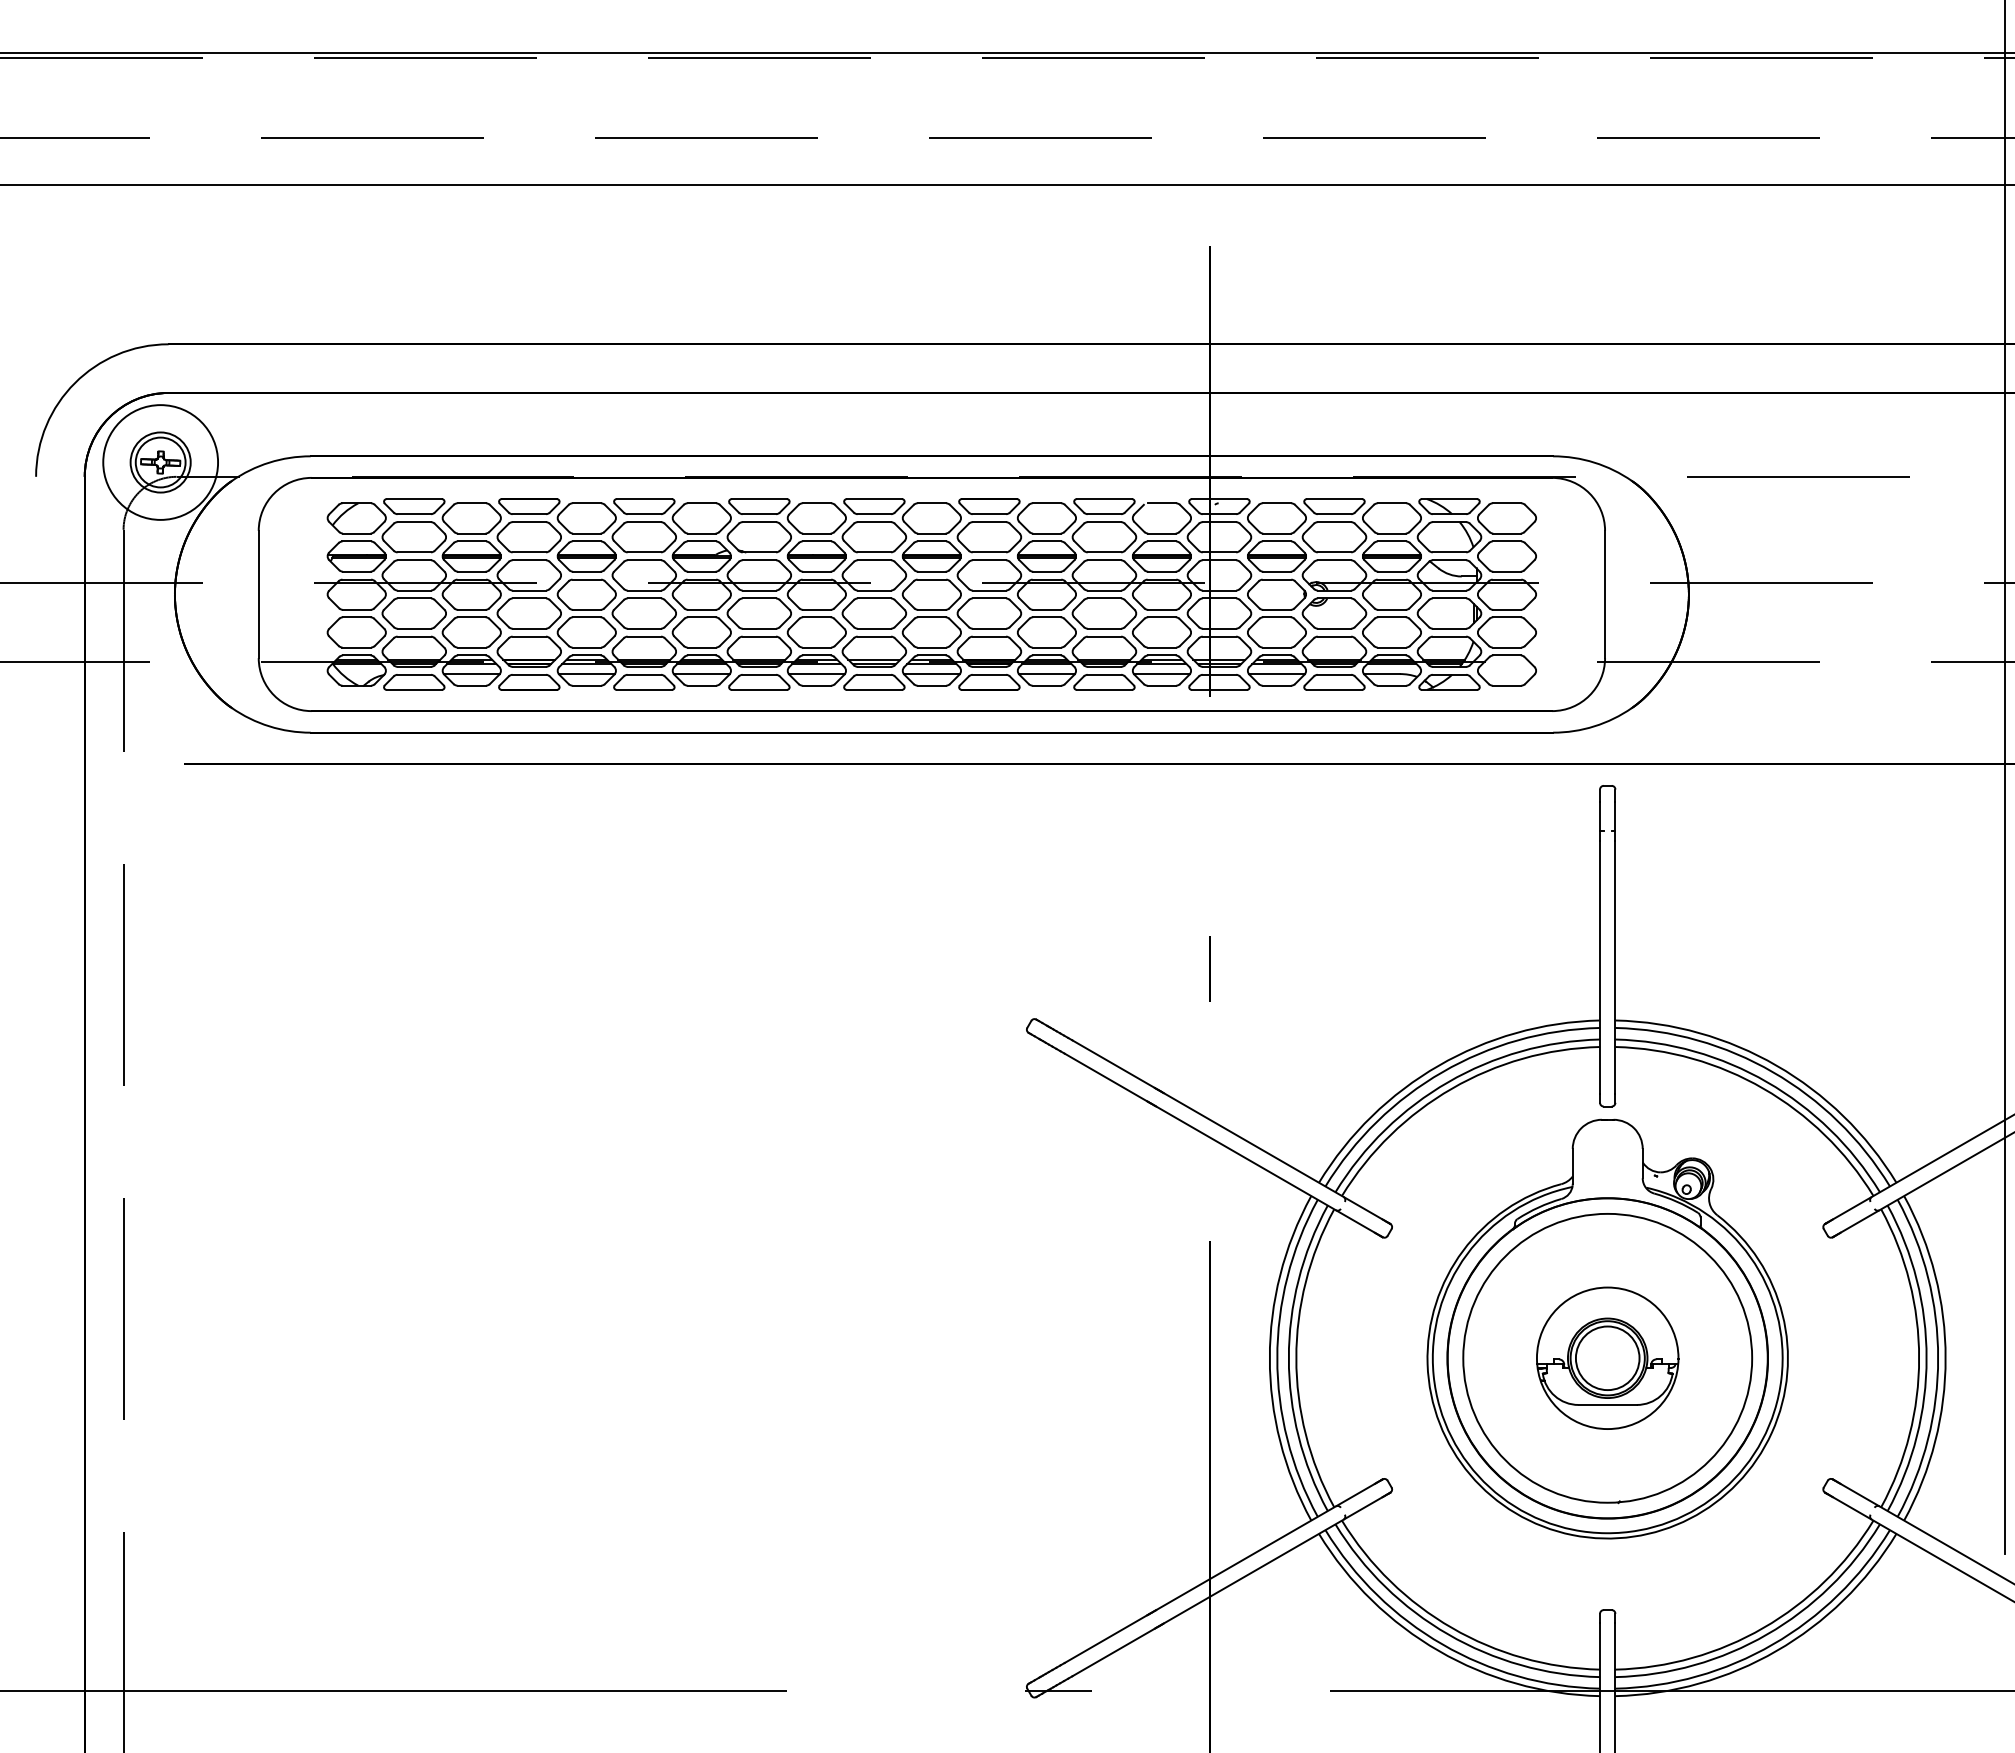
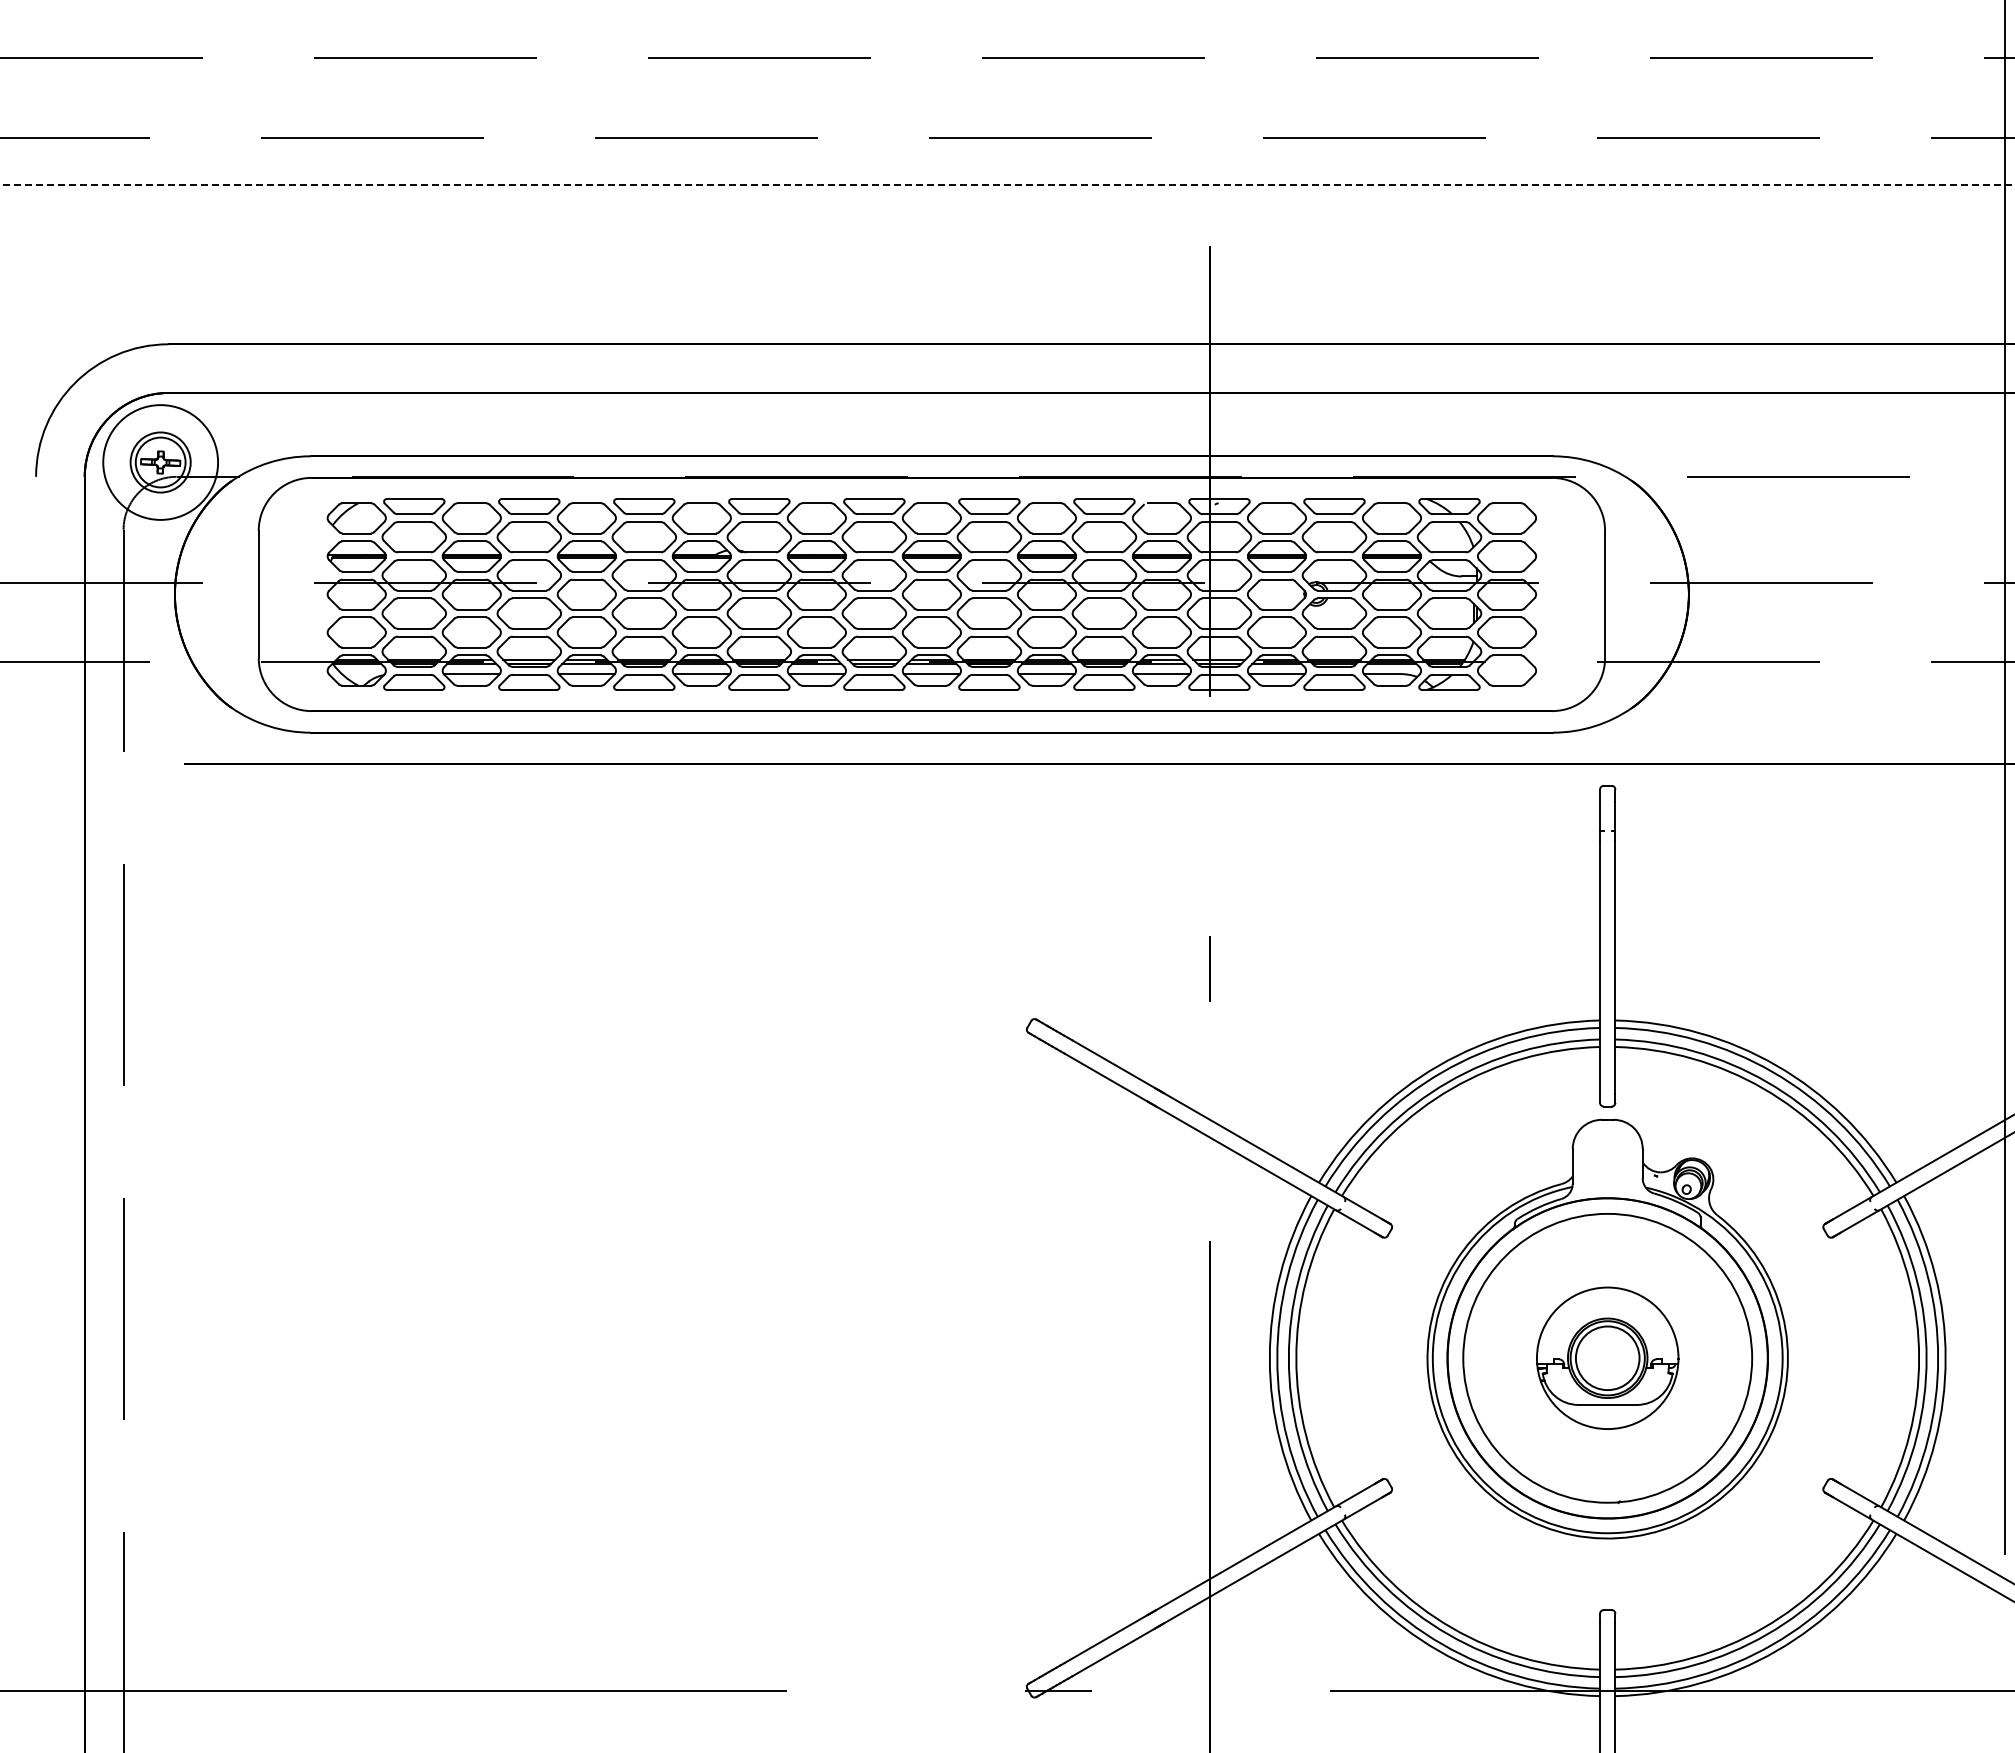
line at (1006, 52): present -> none
line at (1008, 185): solid -> dashed
